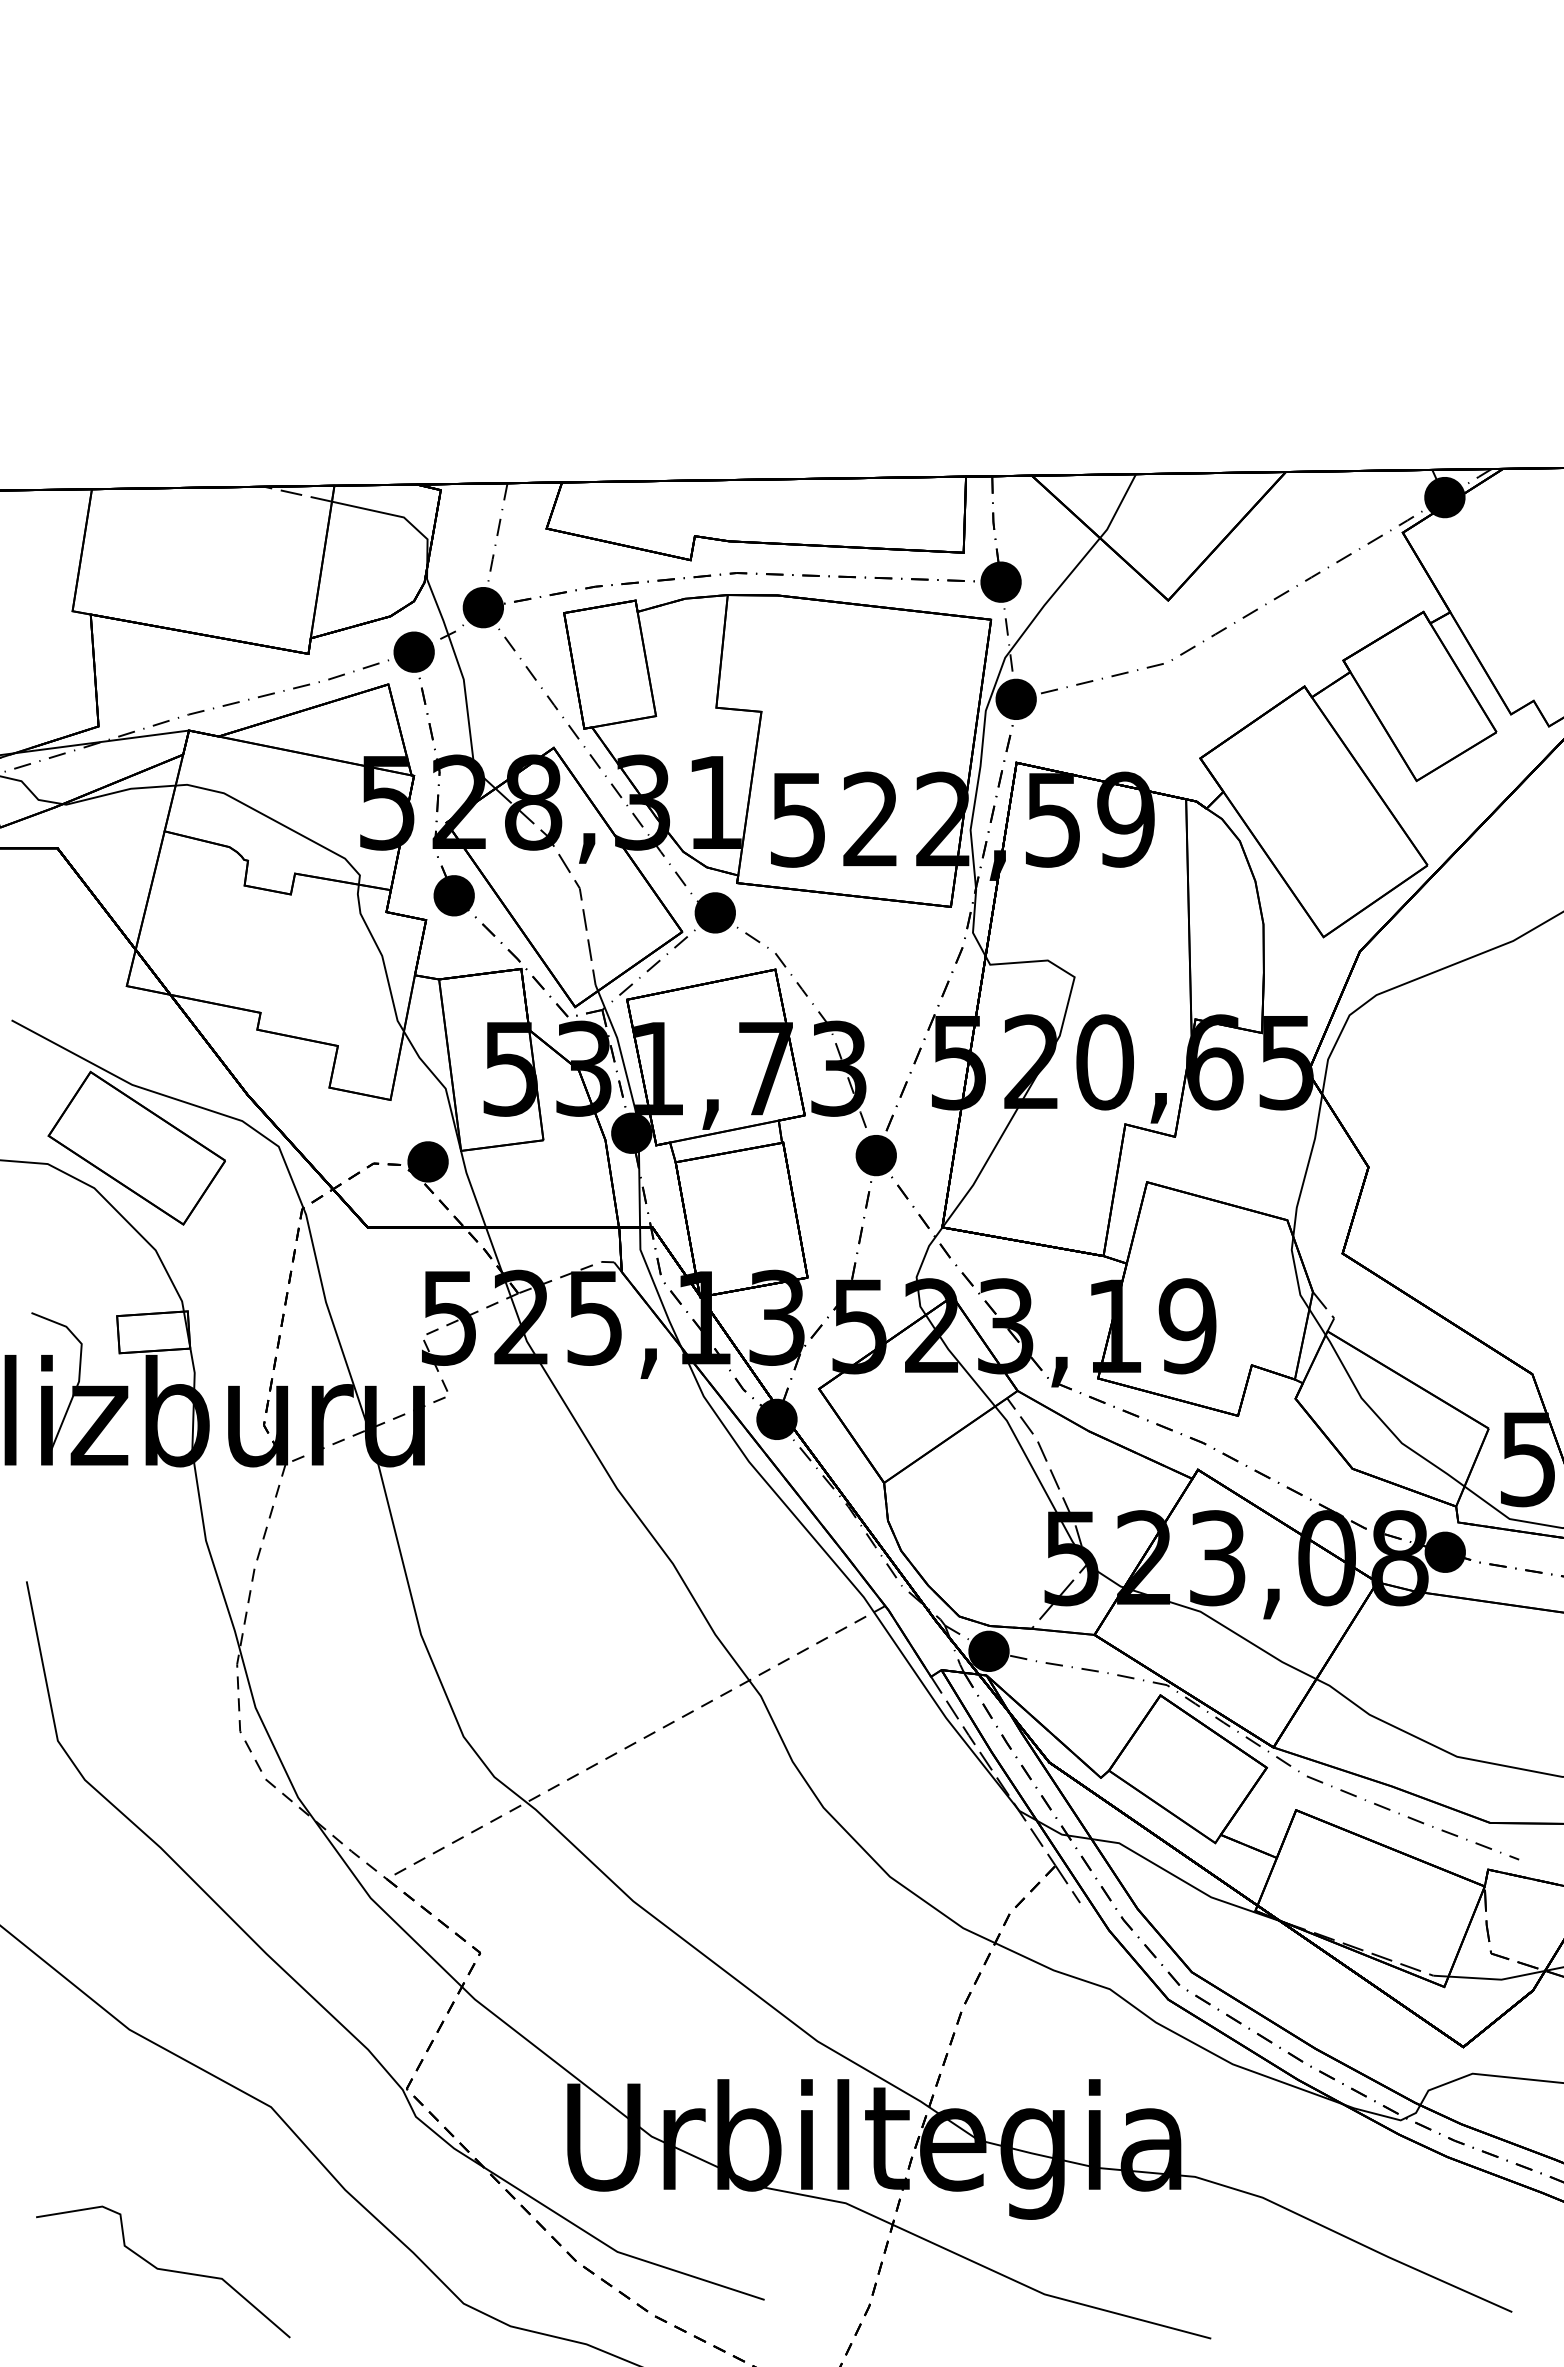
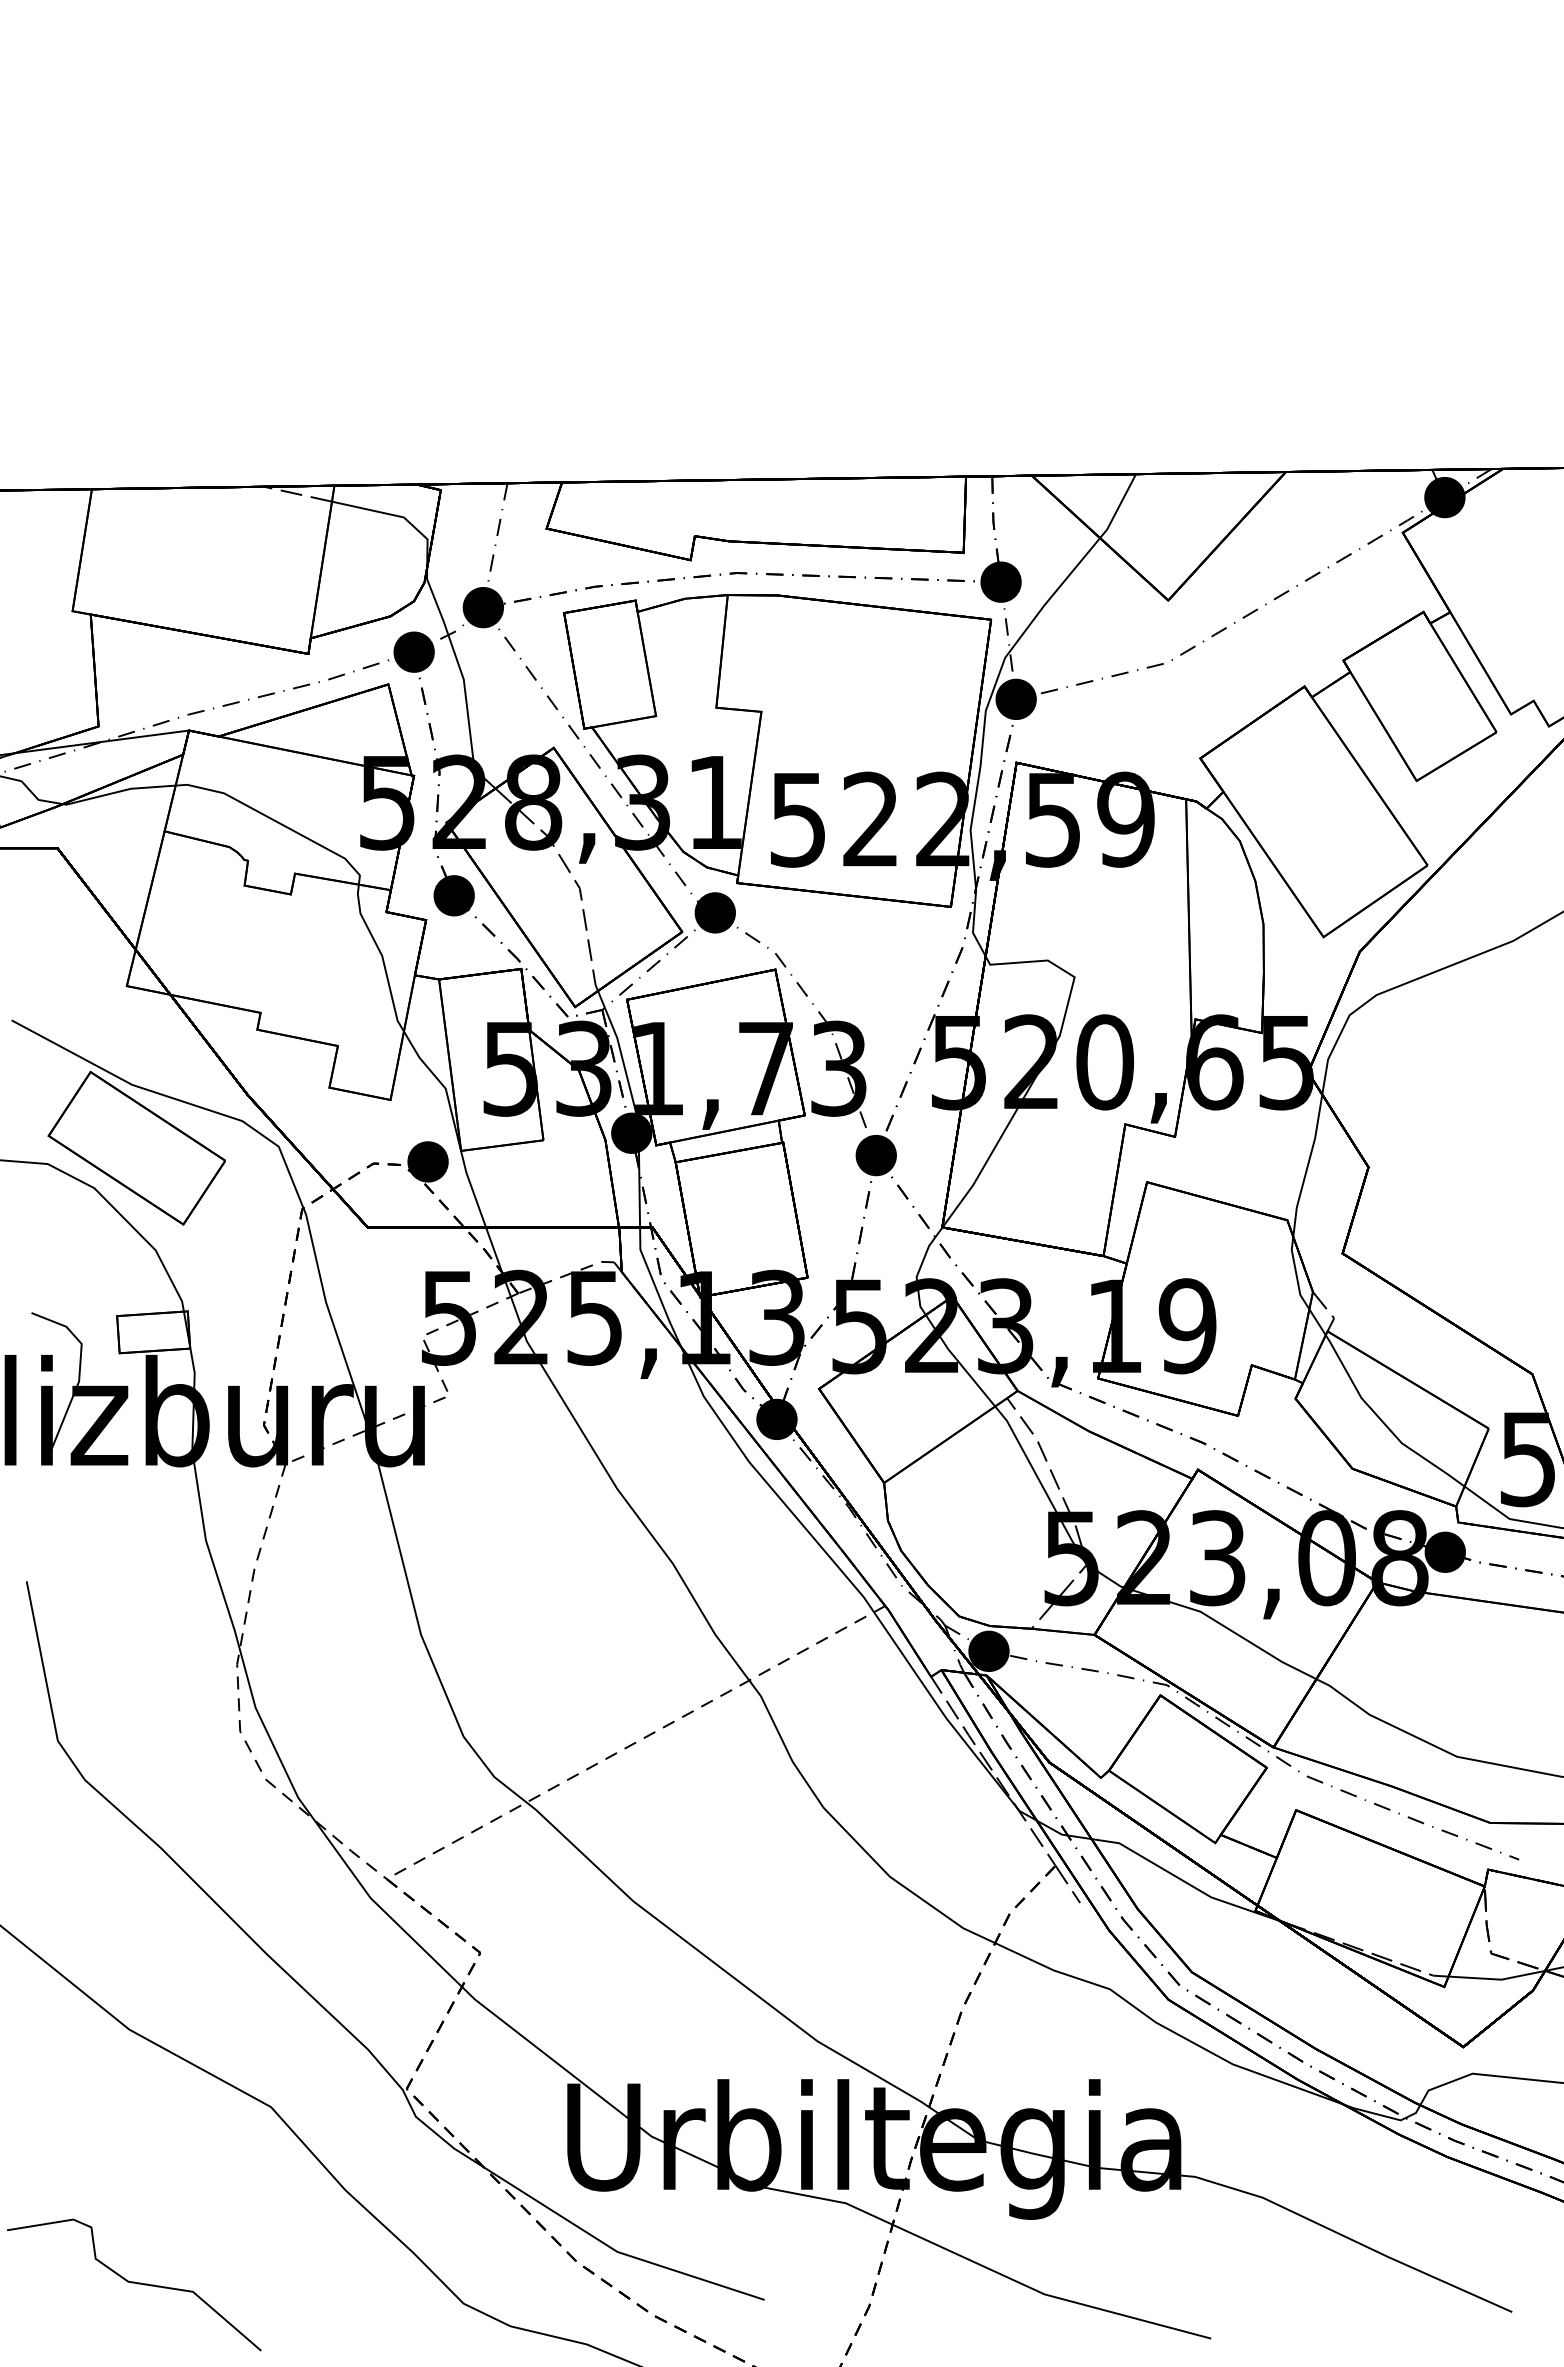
curve at (163, 2270) position: (163, 2270) -> (134, 2283)
